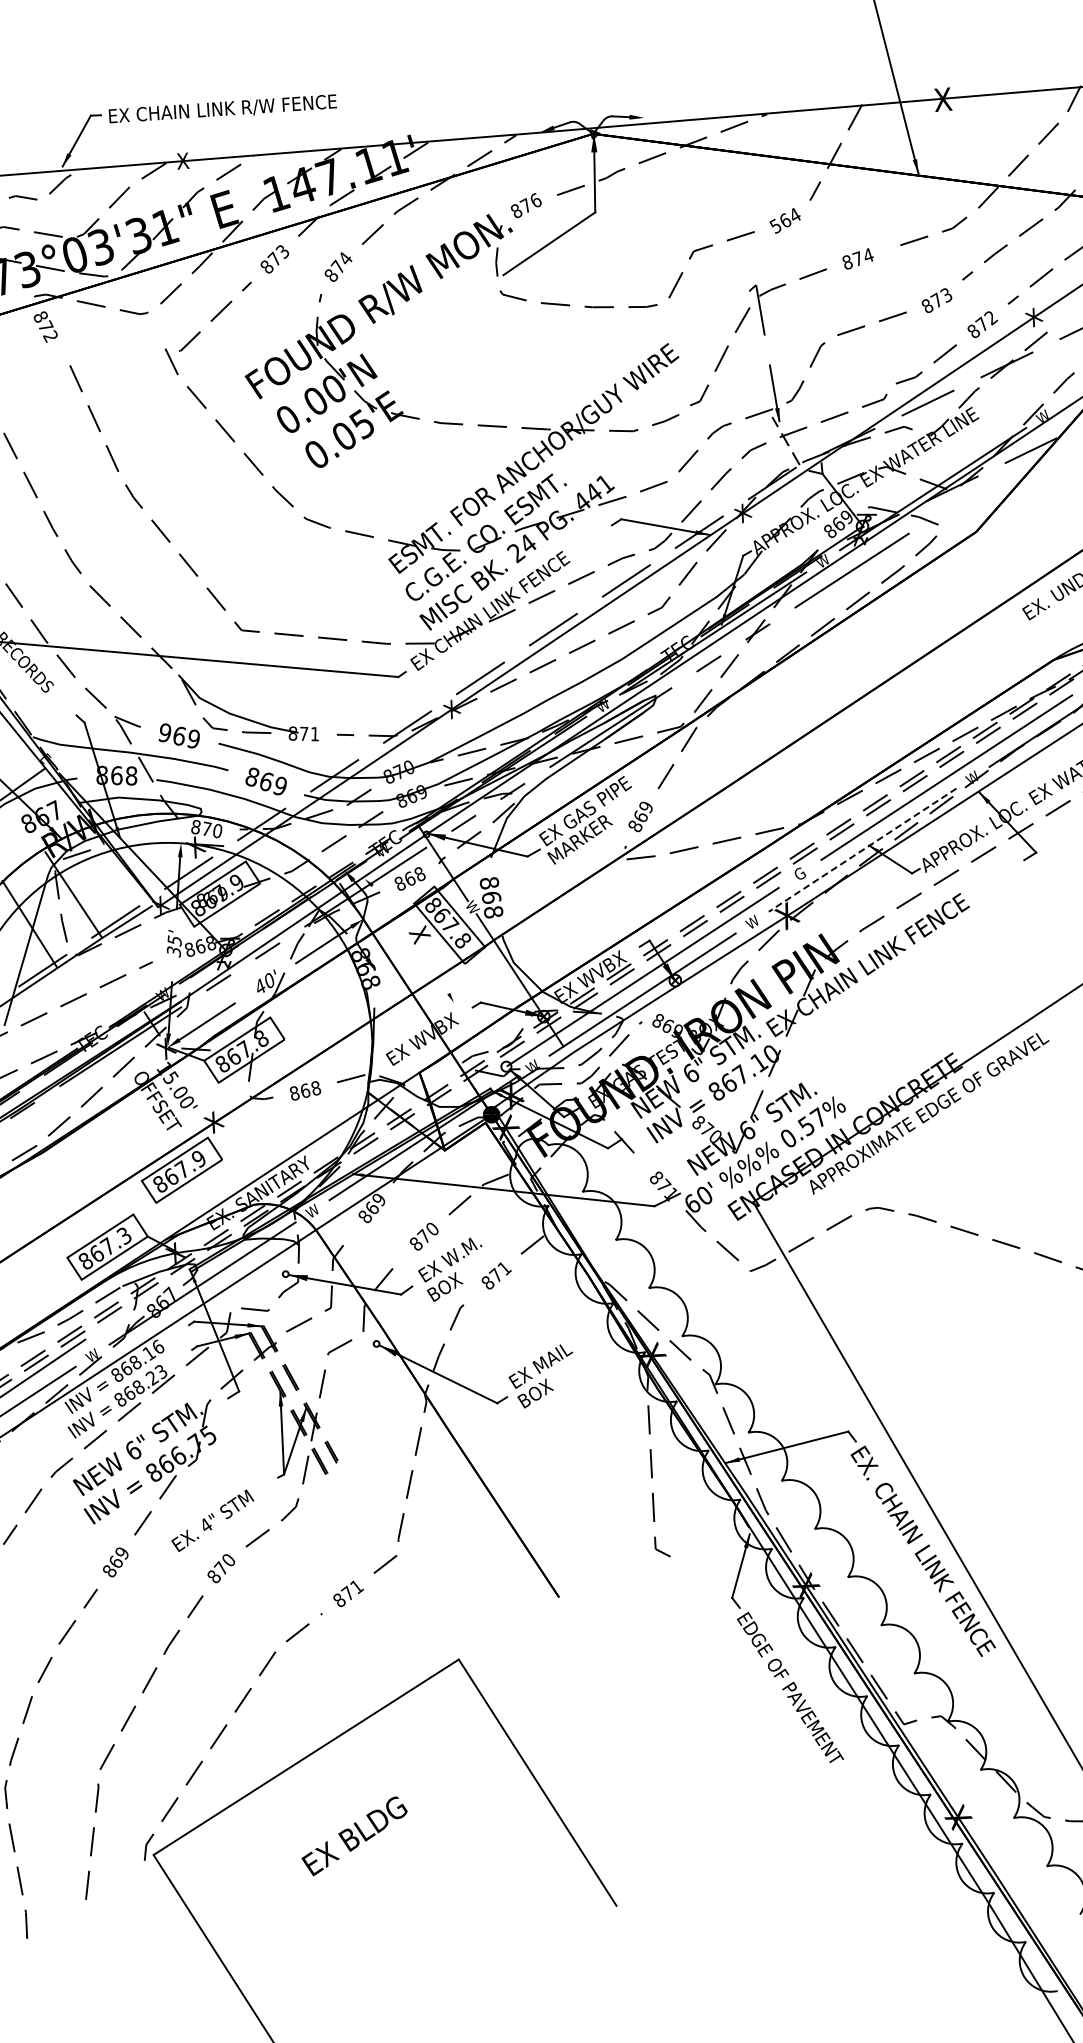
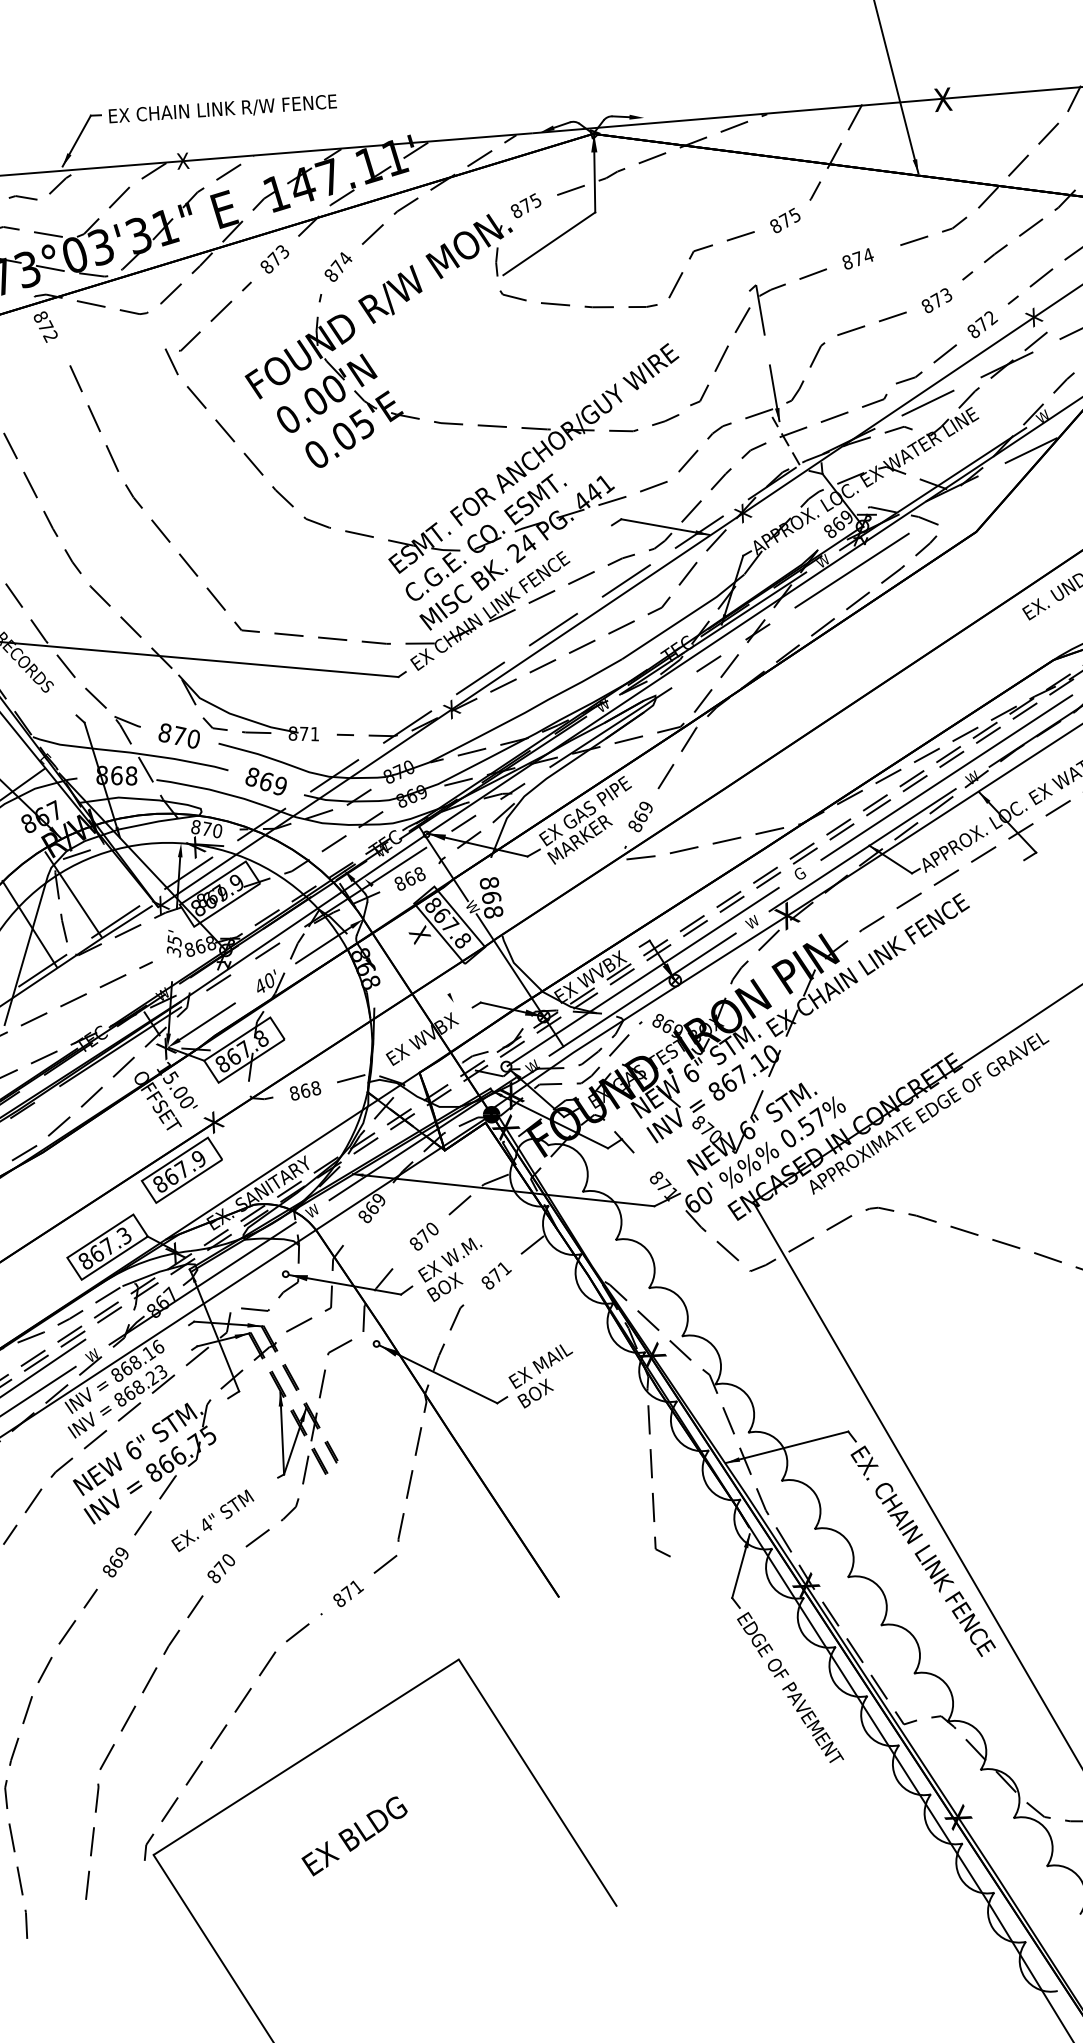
text at (535, 200): 876 -> 875
text at (784, 220): 564 -> 875
text at (178, 736): 969 -> 870
line at (862, 850): dashed -> solid
